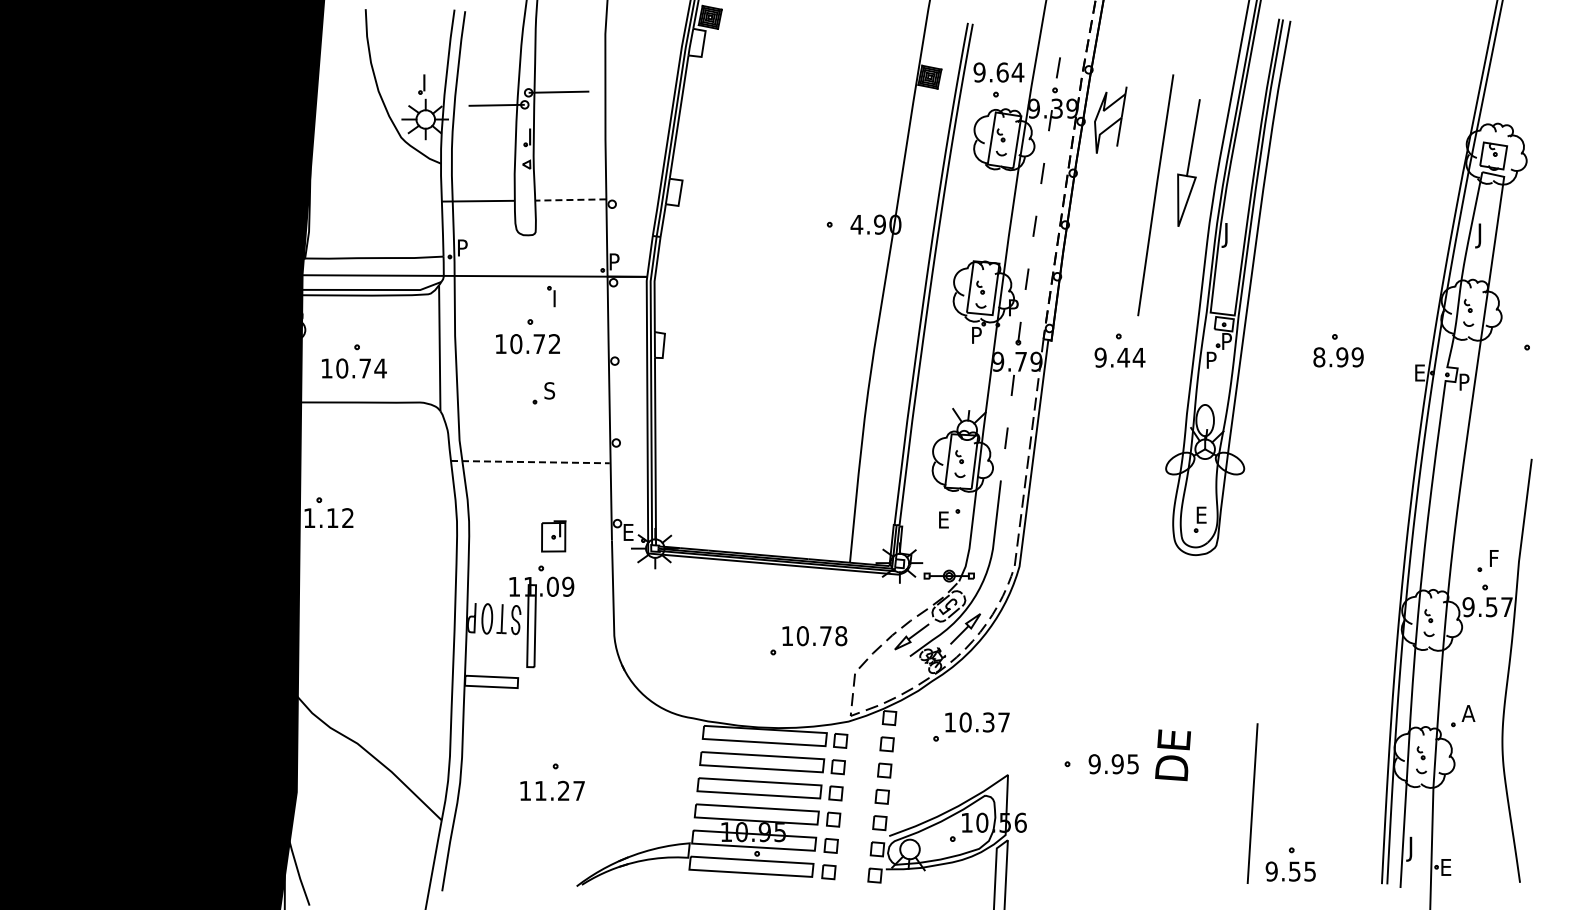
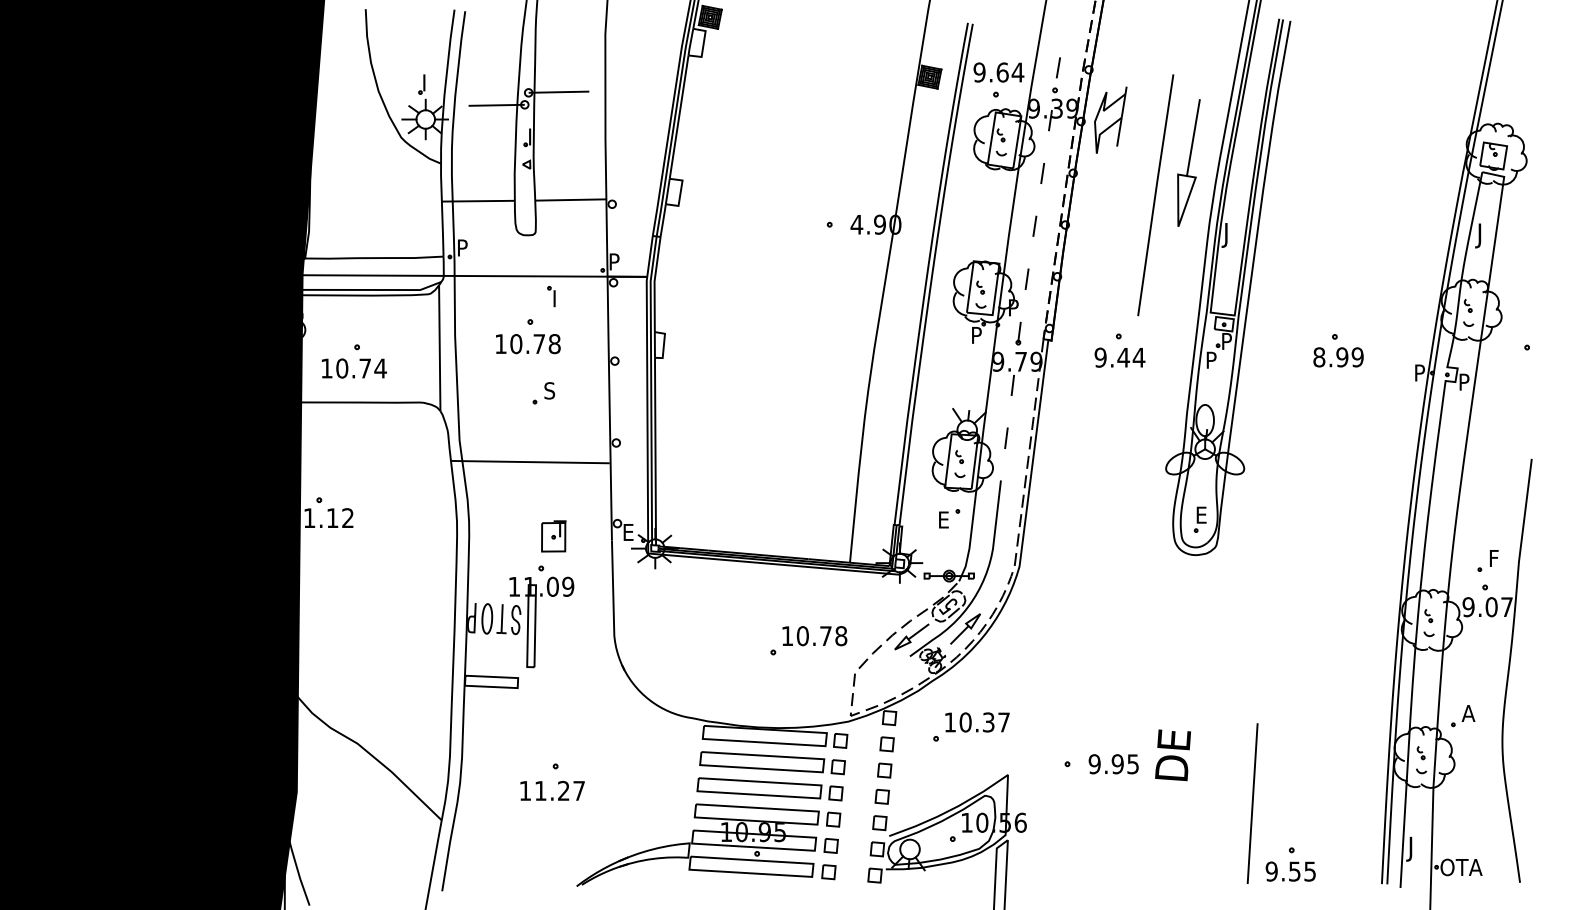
line at (570, 200): dashed -> solid
text at (554, 344): 10.72 -> 10.78
text at (1420, 372): E -> P
line at (530, 462): dashed -> solid
text at (1491, 607): 9.57 -> 9.07
text at (1461, 867): E -> OTA
